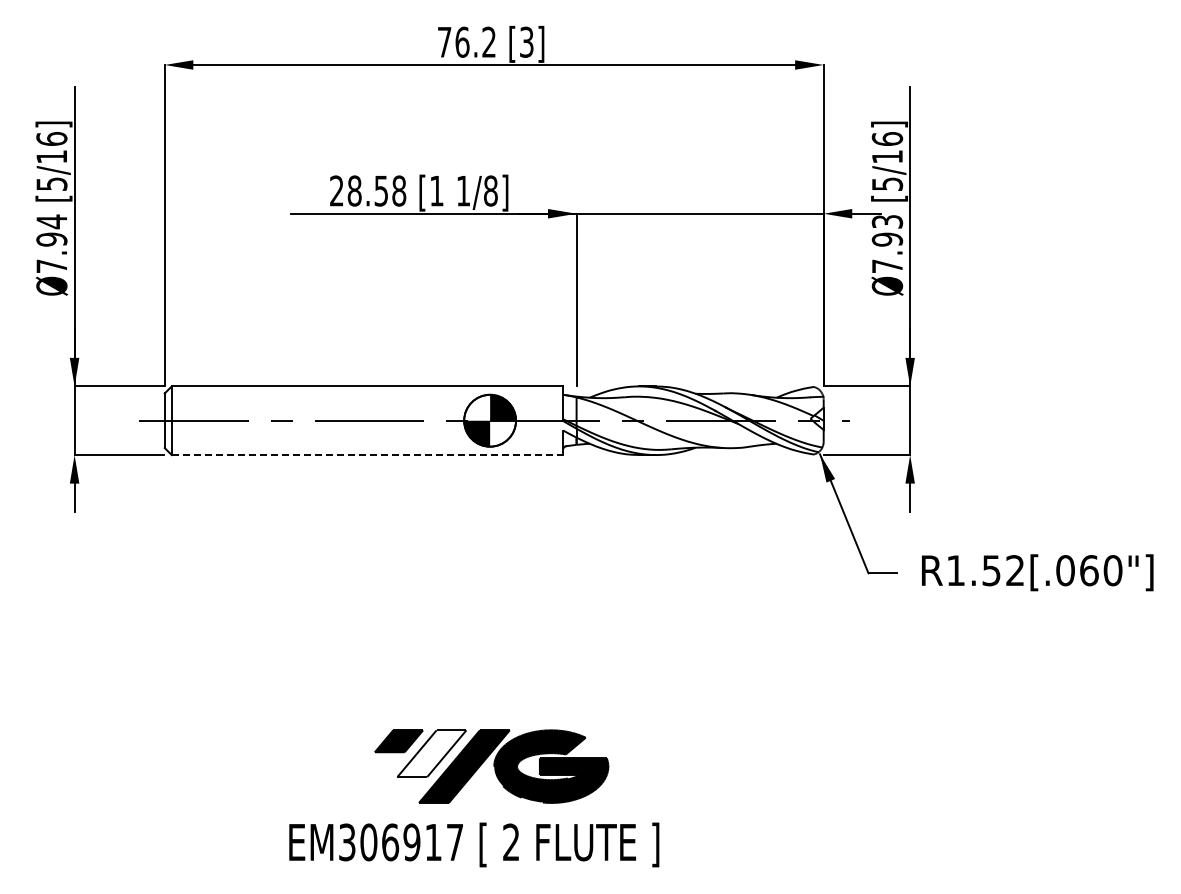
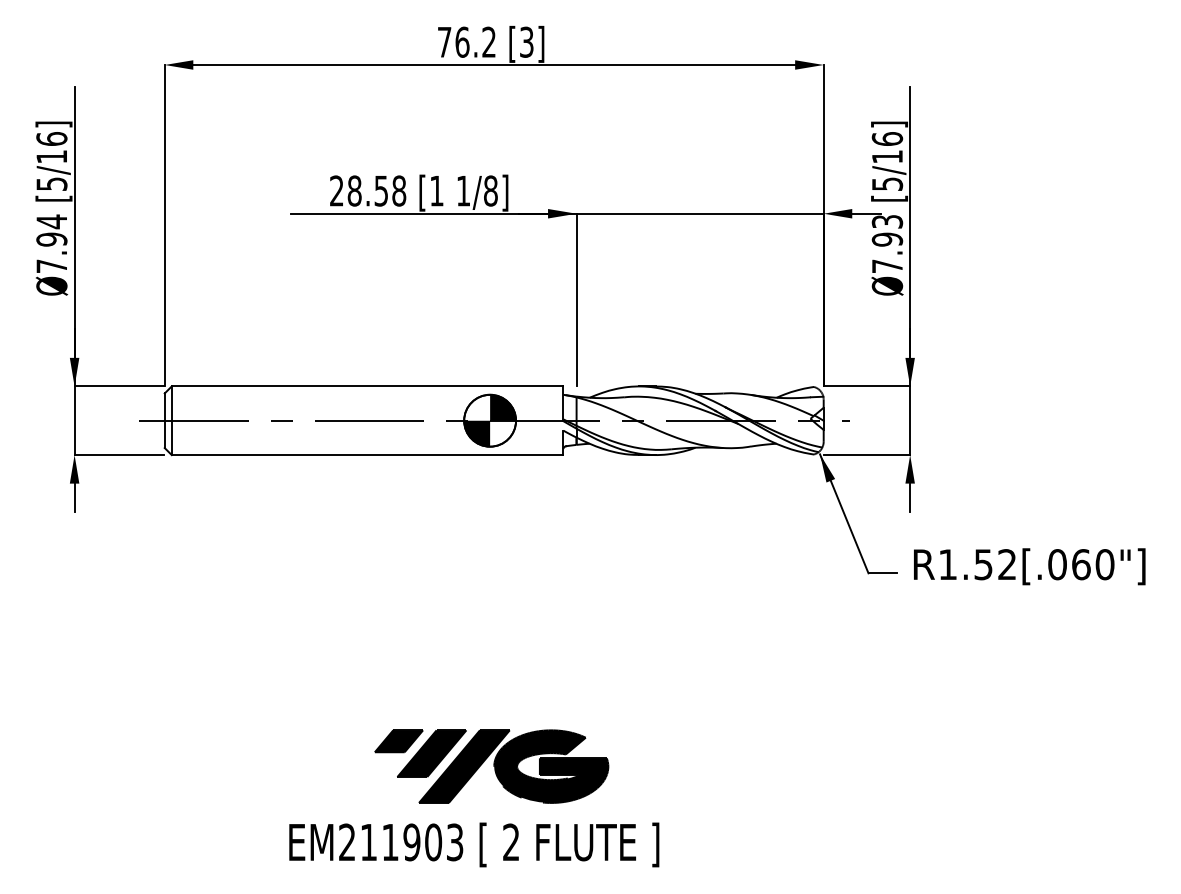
line at (367, 455): dashed -> solid
text at (1037, 572) position: (1037, 572) -> (1029, 566)
fill at (431, 753): none -> present
text at (401, 842): EM306917 -> EM211903
